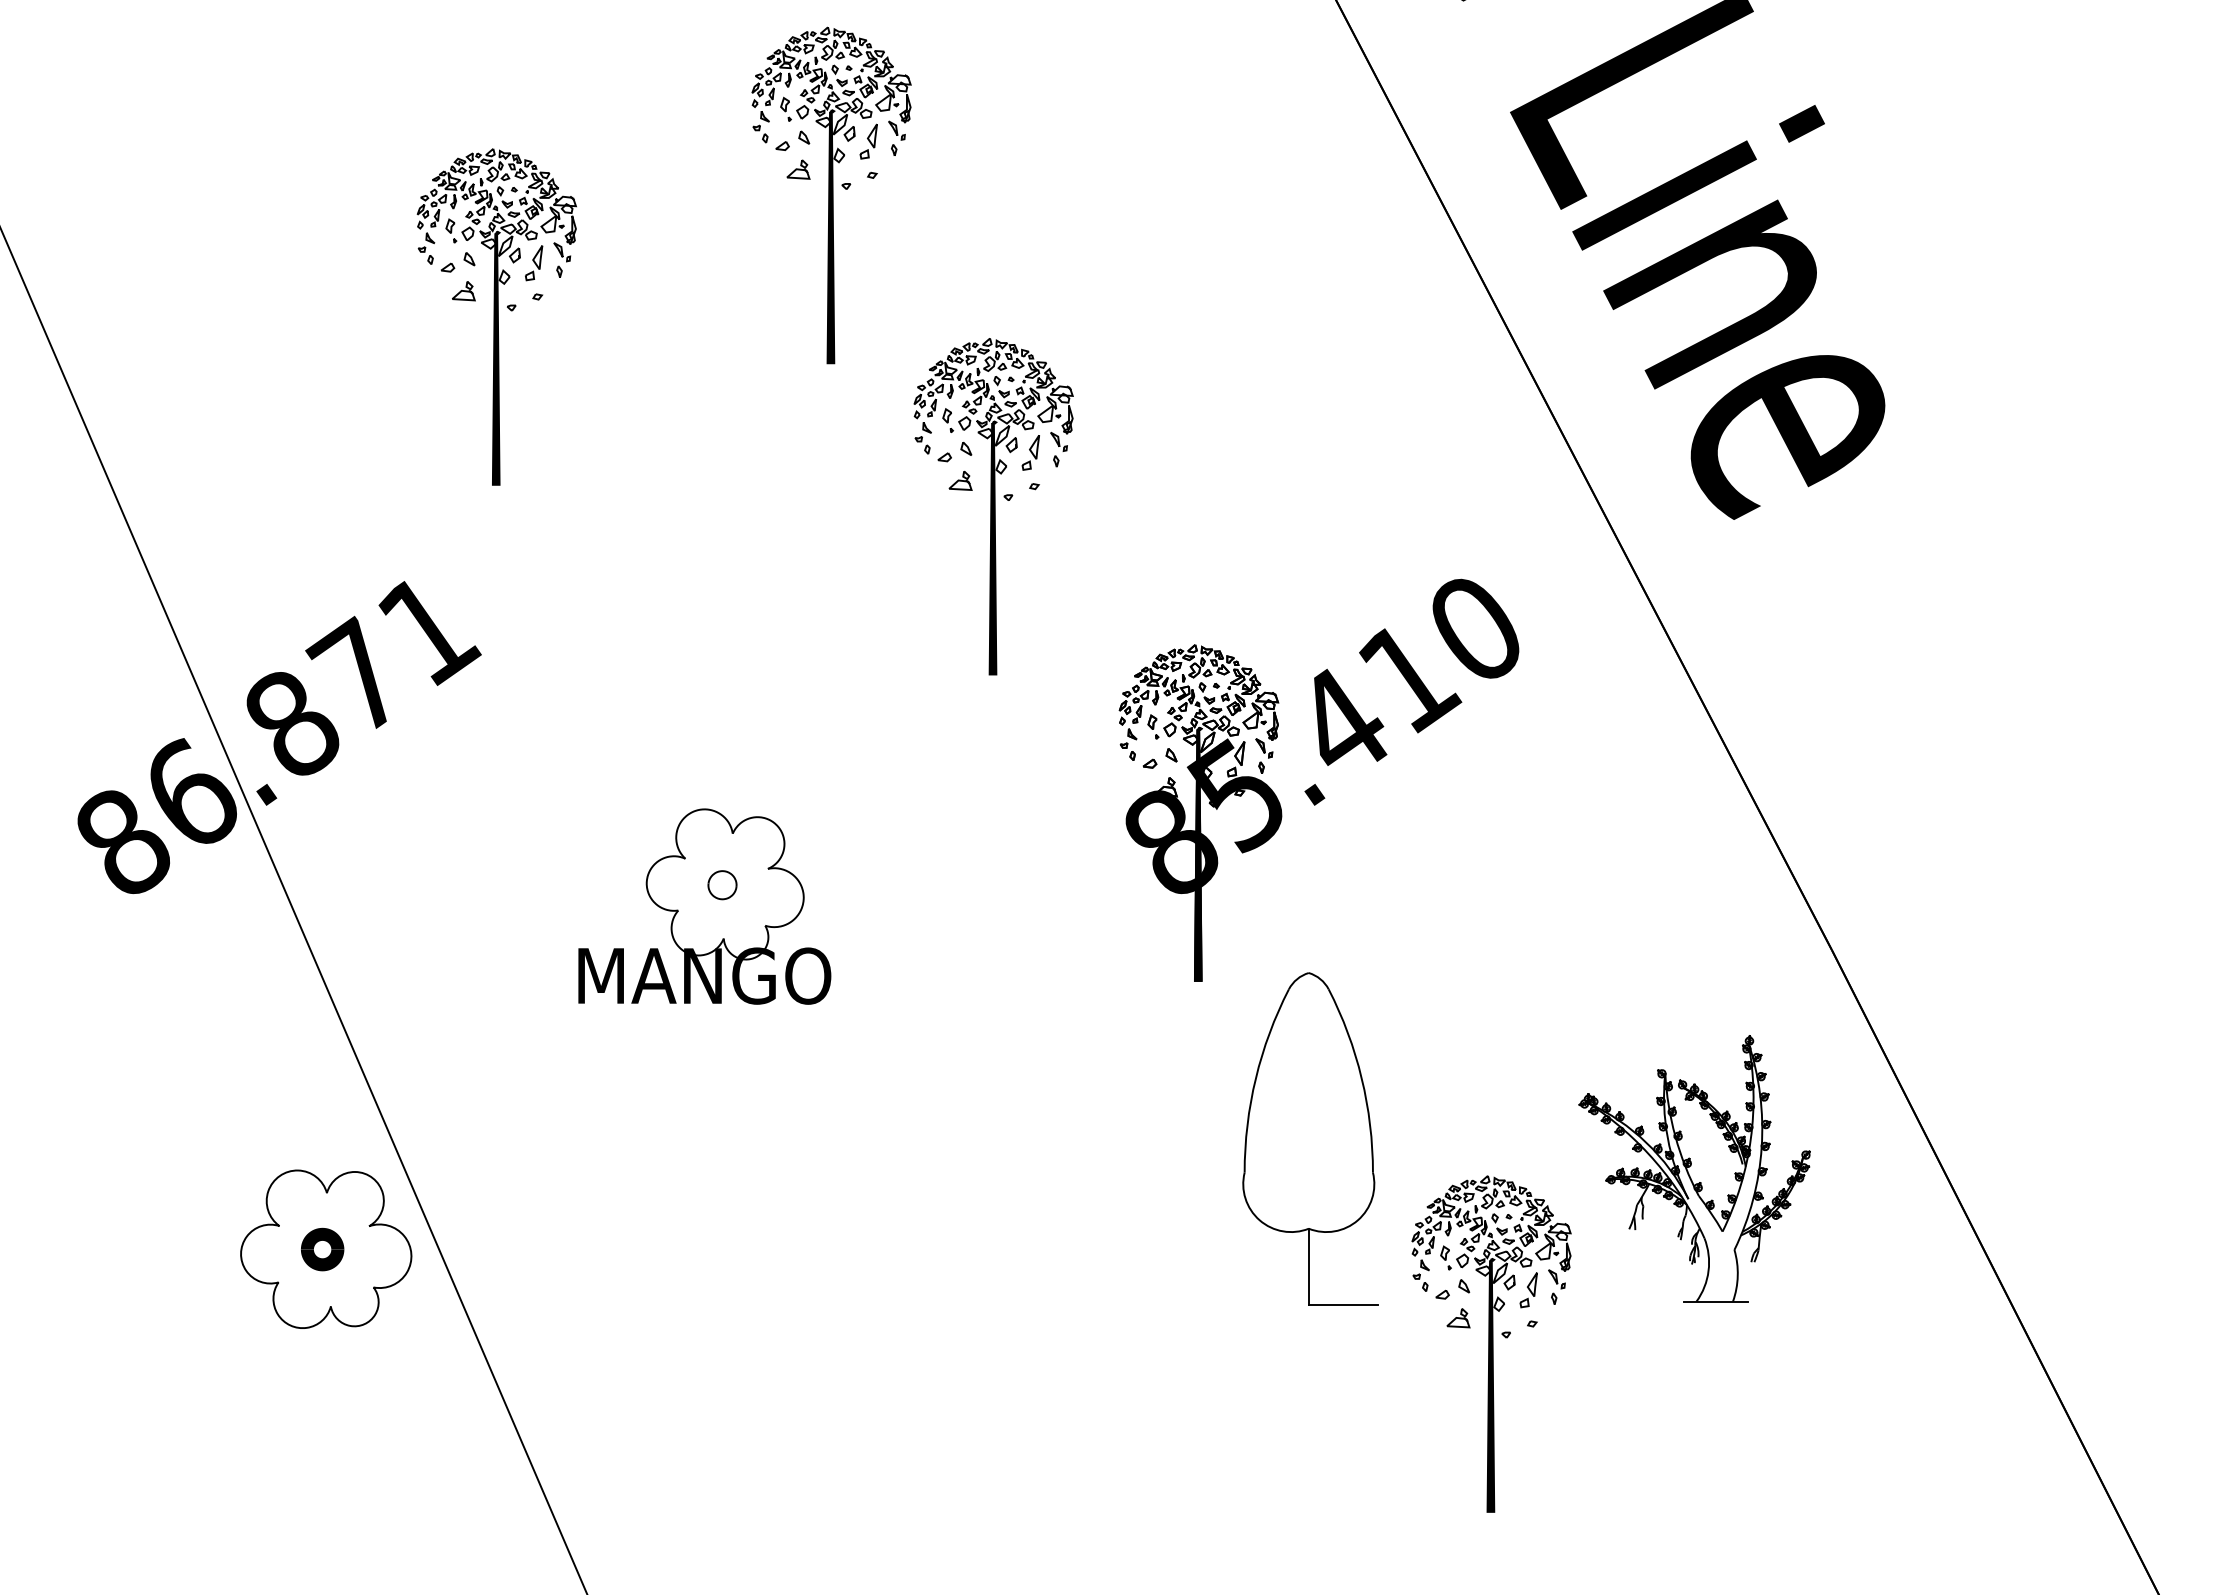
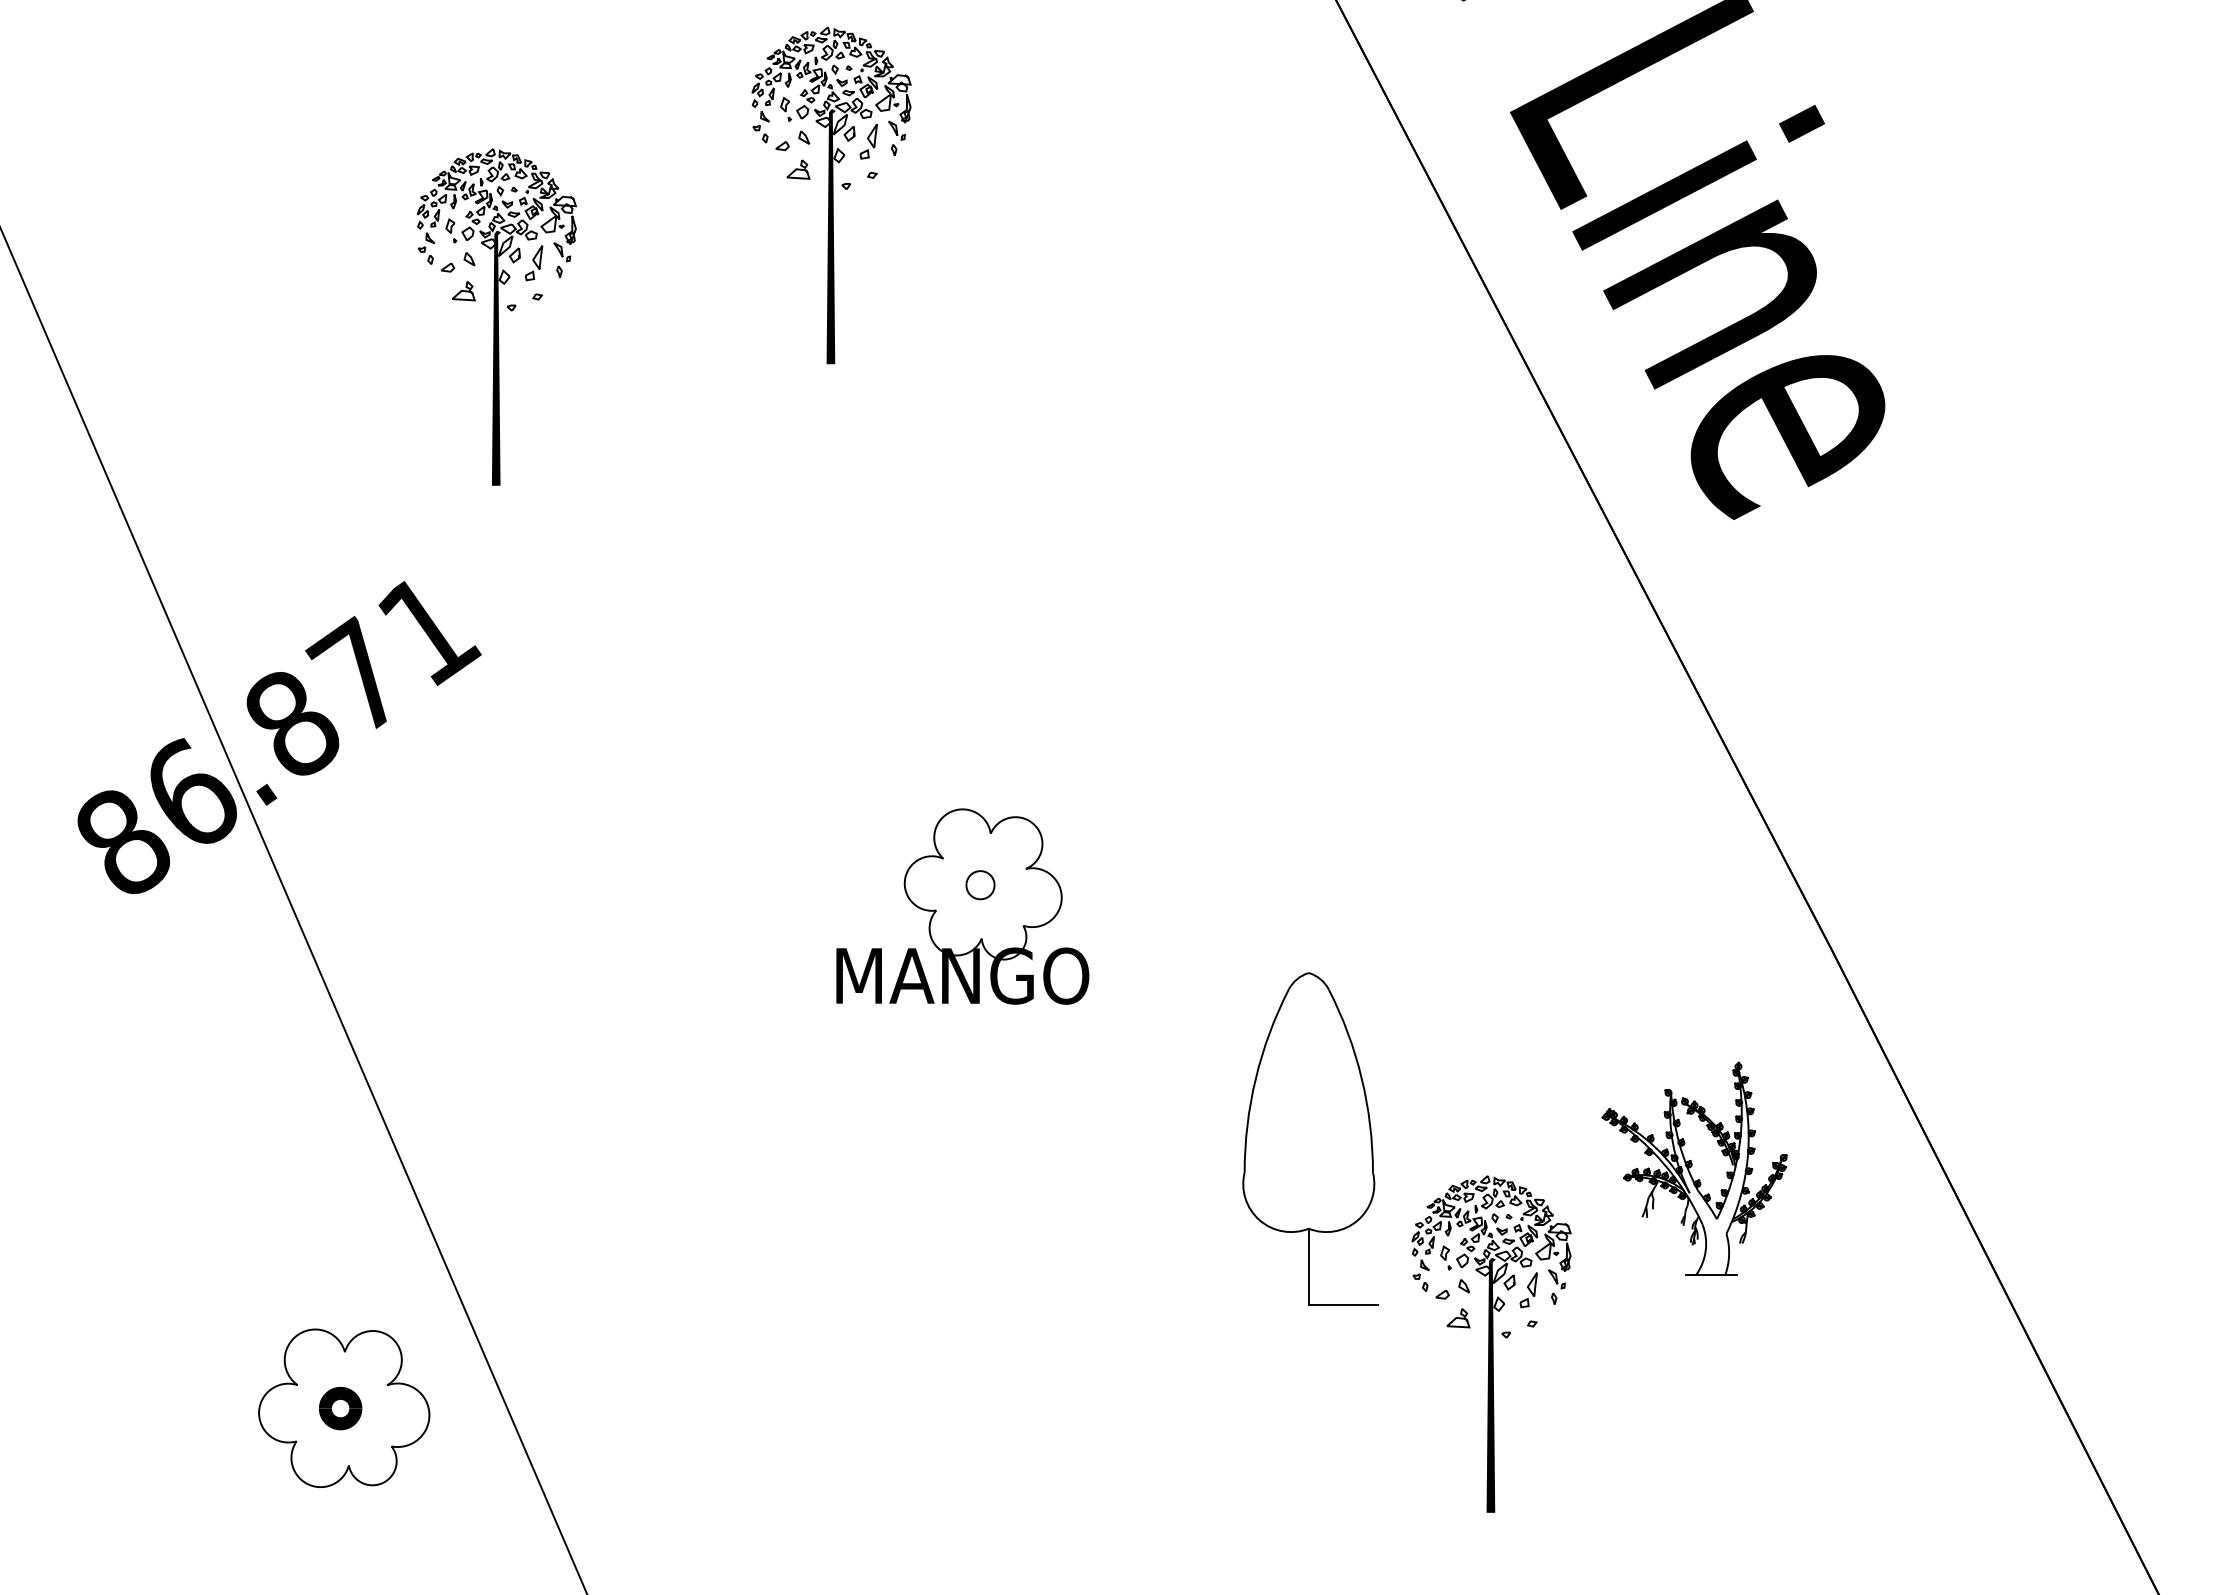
part at (993, 506): present -> none
part at (1318, 779): present -> none
part at (704, 906) position: (704, 906) -> (962, 906)
part at (1694, 1168) size: 233x268 px -> 187x215 px
part at (326, 1248) position: (326, 1248) -> (344, 1407)
